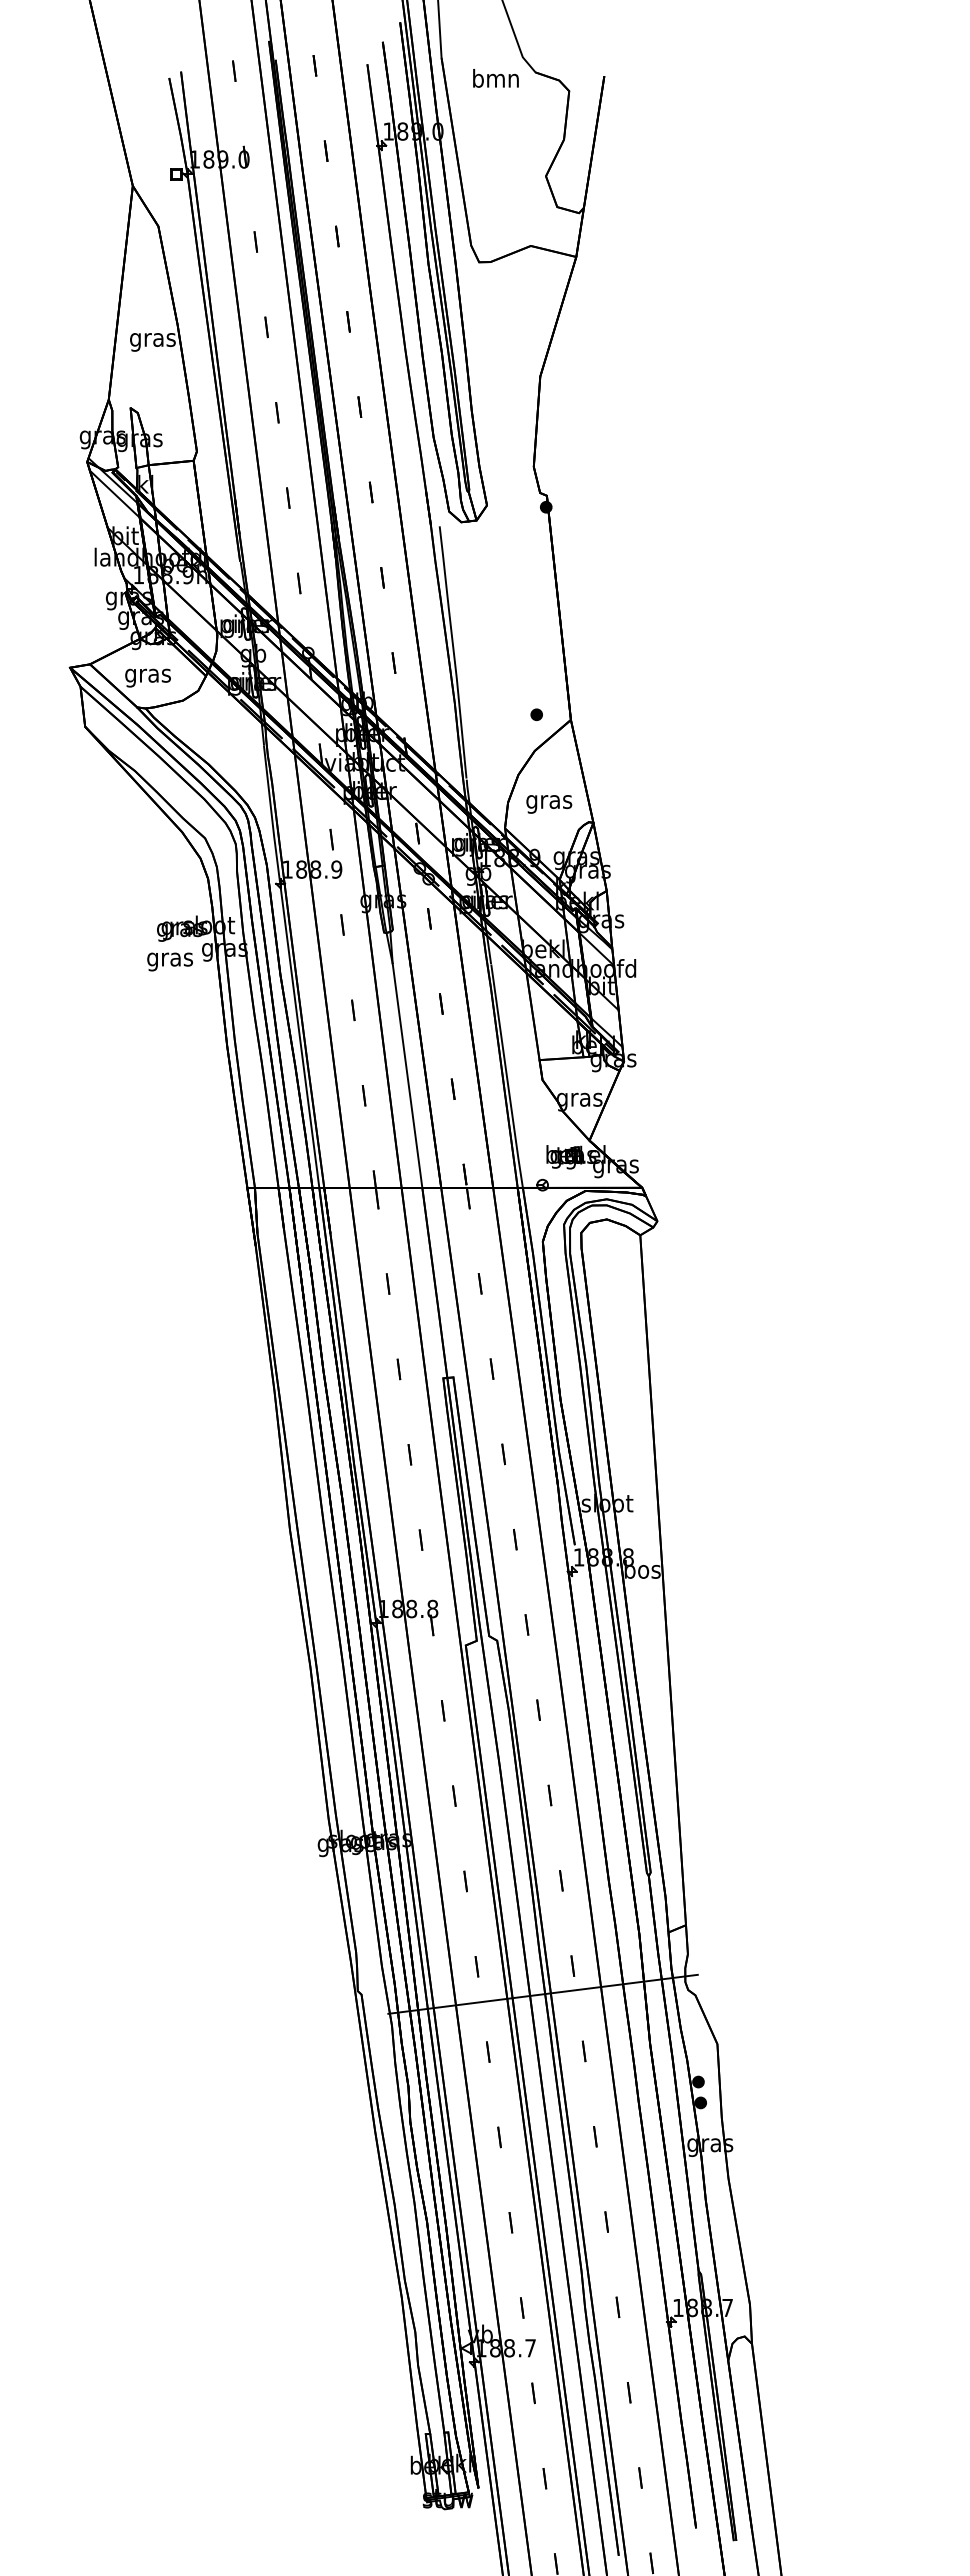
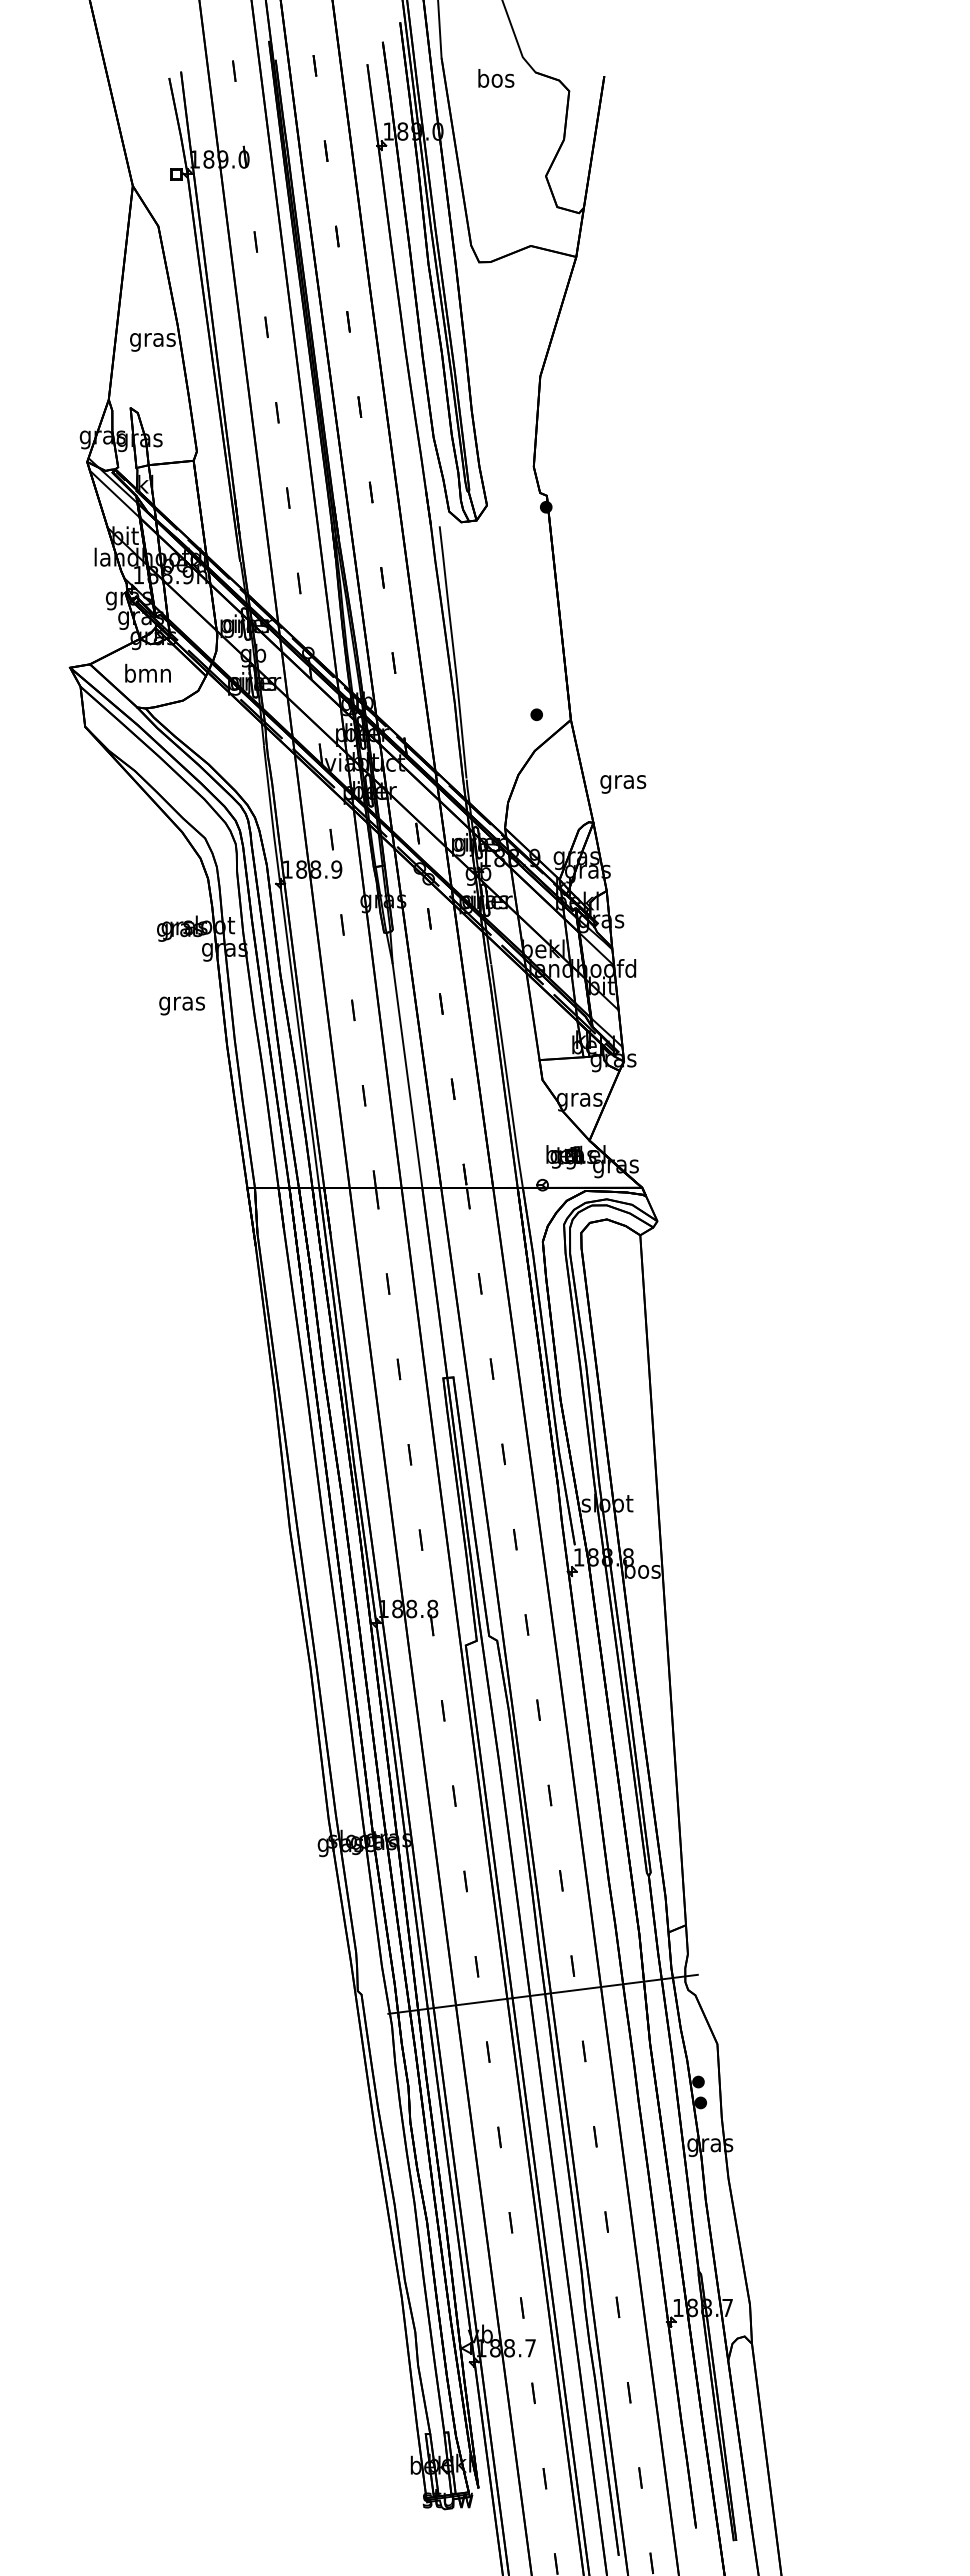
text at (495, 78): bmn -> bos
text at (147, 675): gras -> bmn
text at (549, 804) position: (549, 804) -> (623, 784)
text at (169, 961) position: (169, 961) -> (181, 1005)
